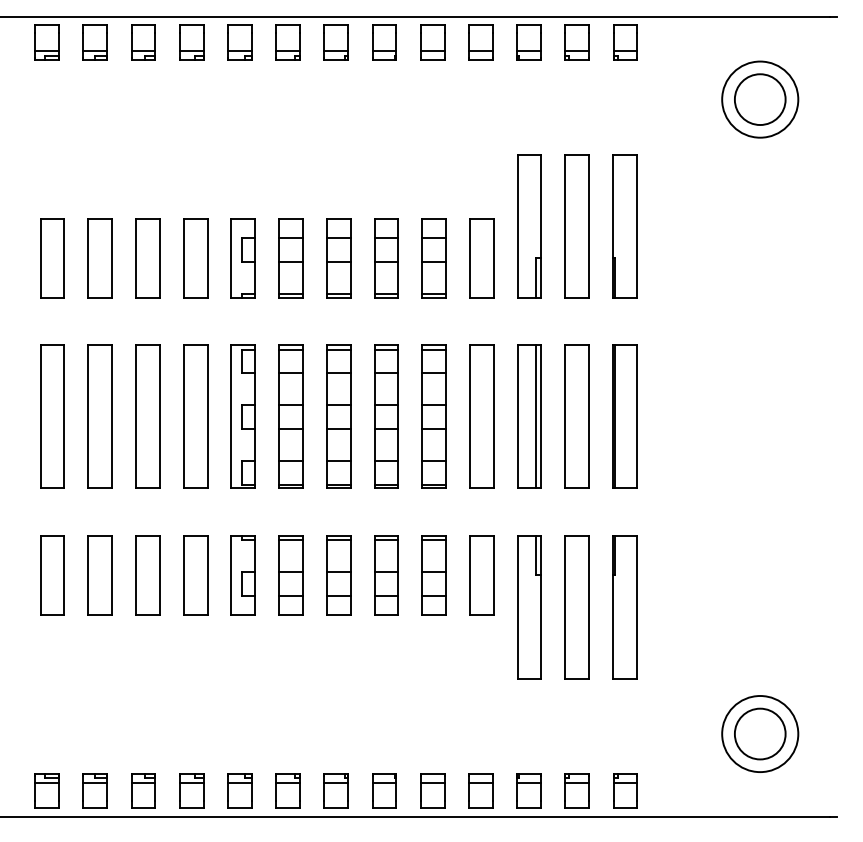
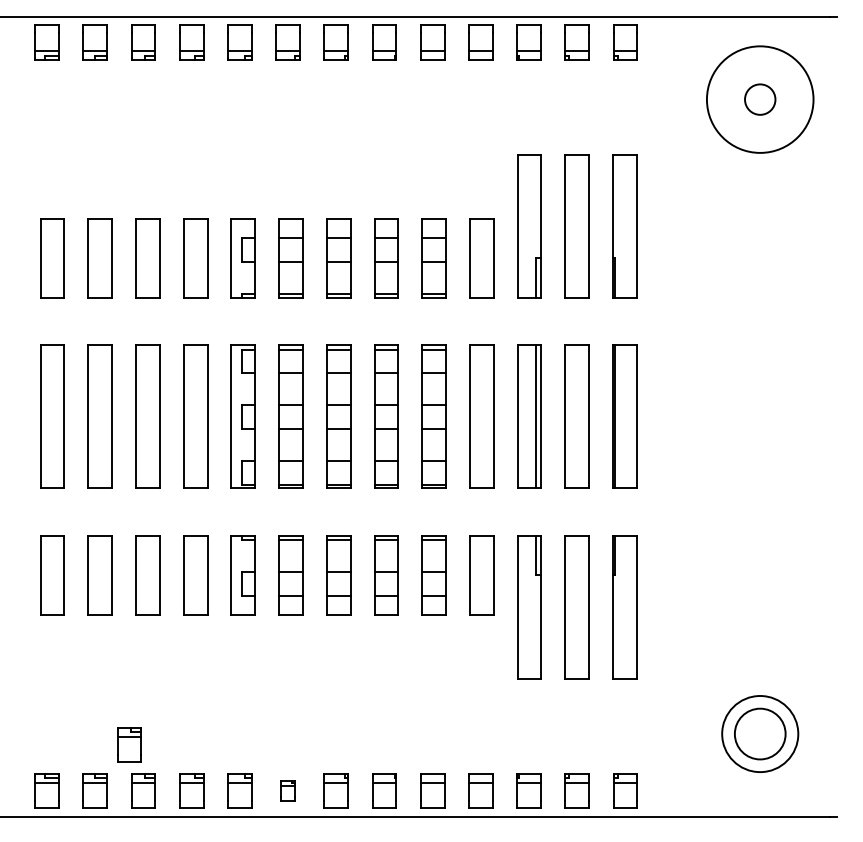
circle at (759, 99) diameter: 51 px -> 30 px
circle at (760, 99) diameter: 76 px -> 107 px
part at (129, 744): none -> present
part at (287, 790) size: 26x36 px -> 16x22 px
